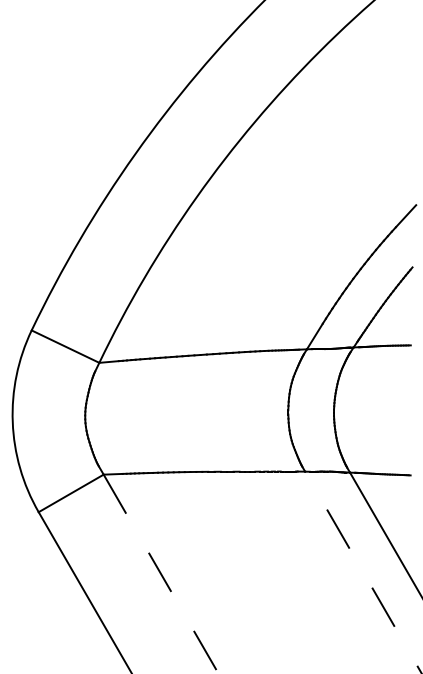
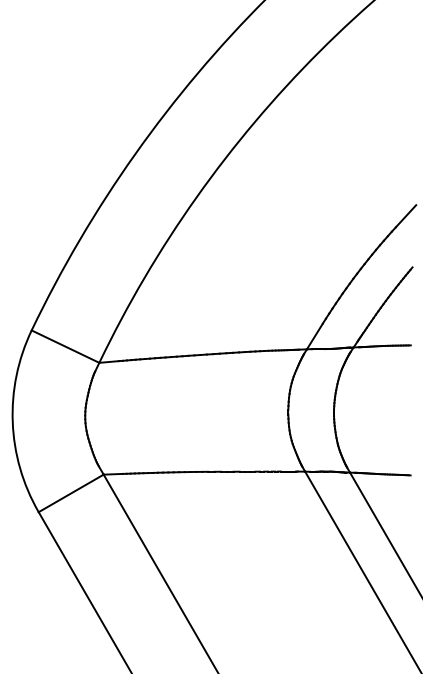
line at (363, 572): dashed -> solid
line at (161, 574): dashed -> solid
